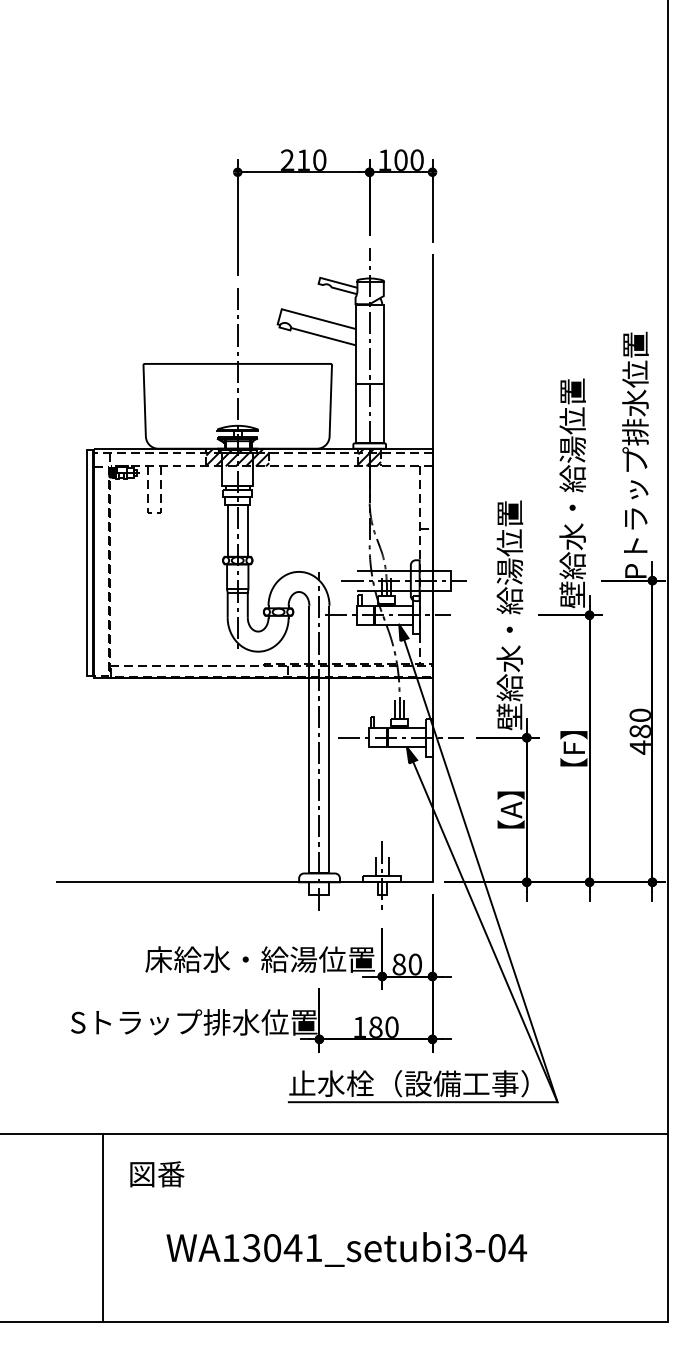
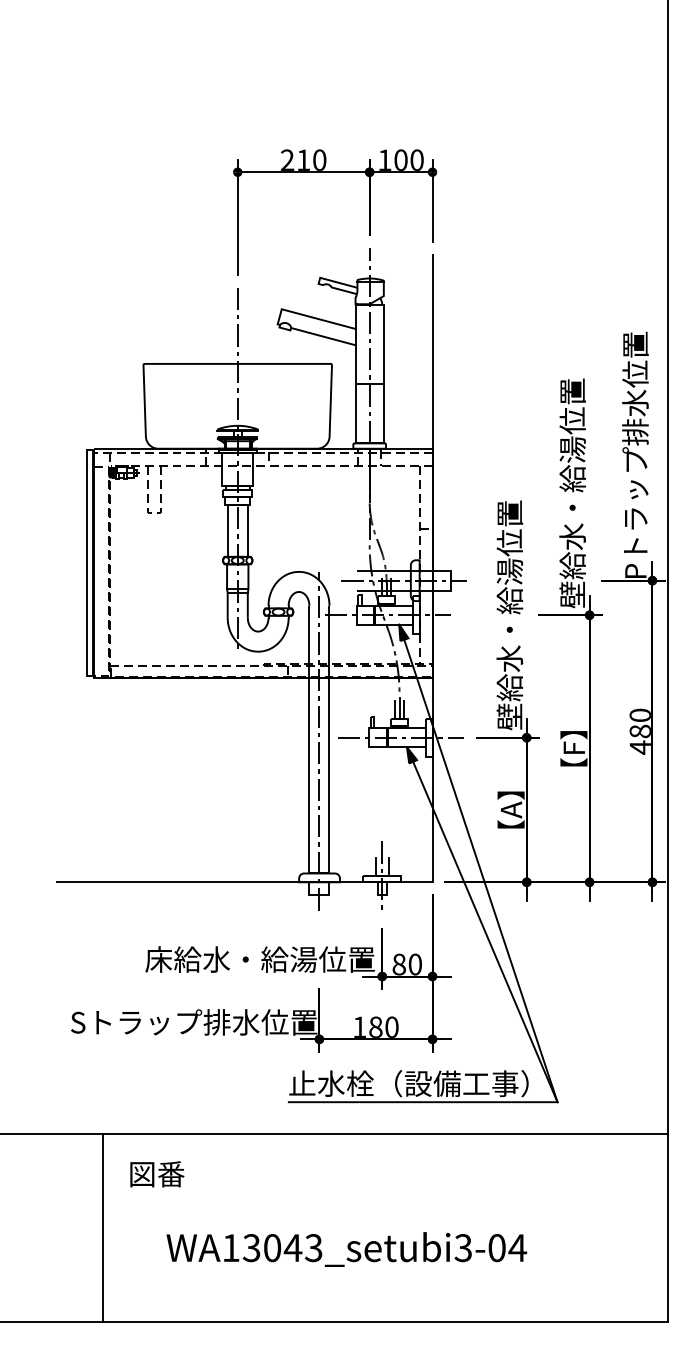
hatch at (237, 457): present -> none
hatch at (369, 457): present -> none
text at (313, 1248): WA13041_setubi3-04 -> WA13043_setubi3-04
